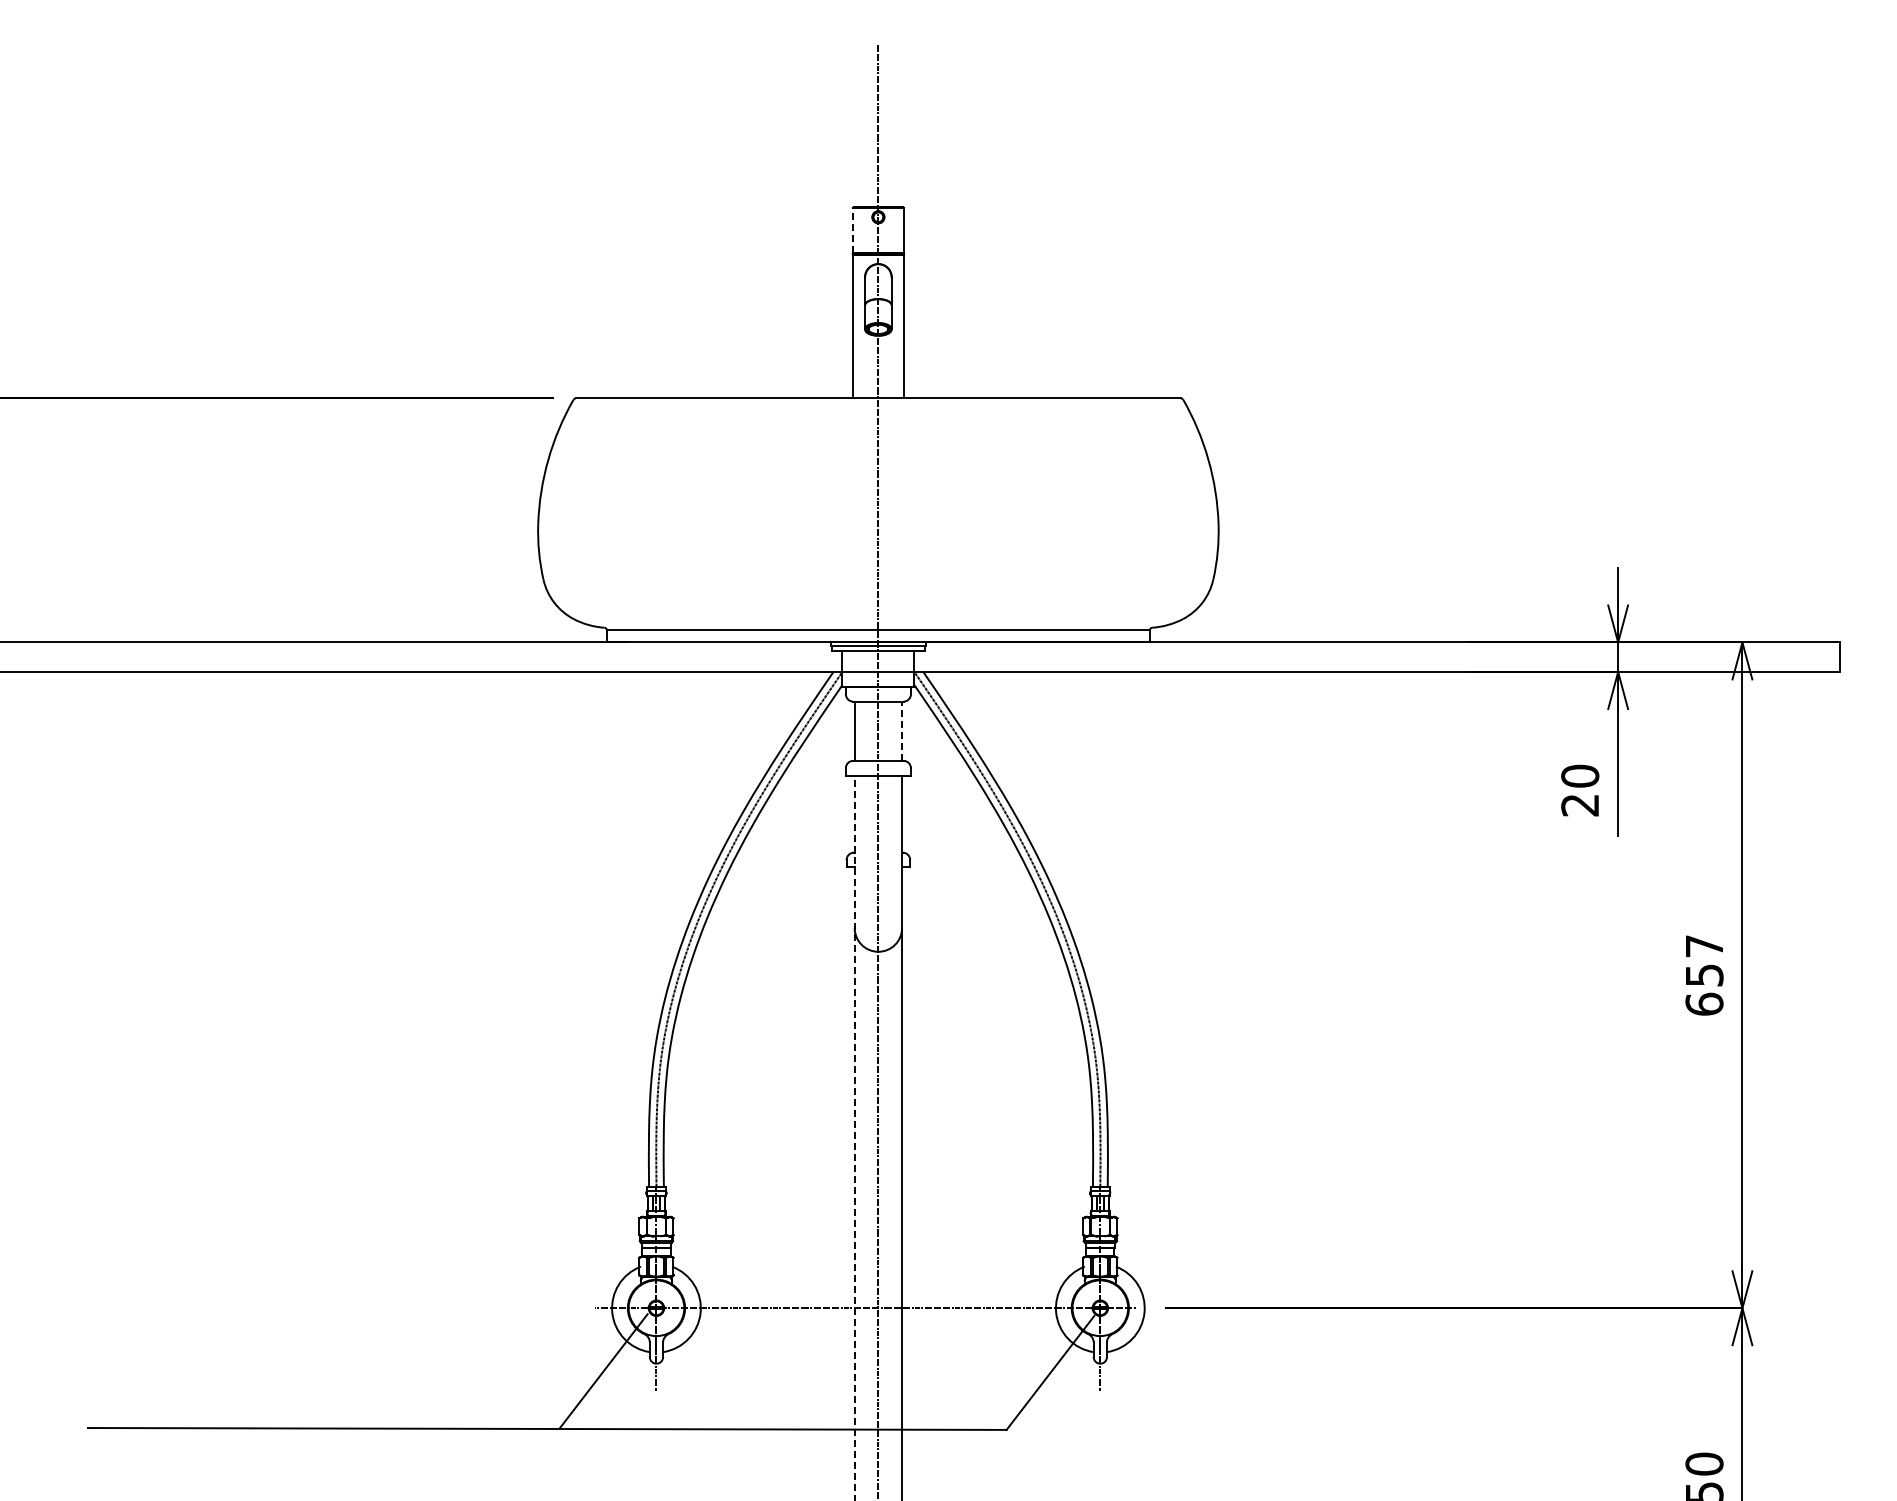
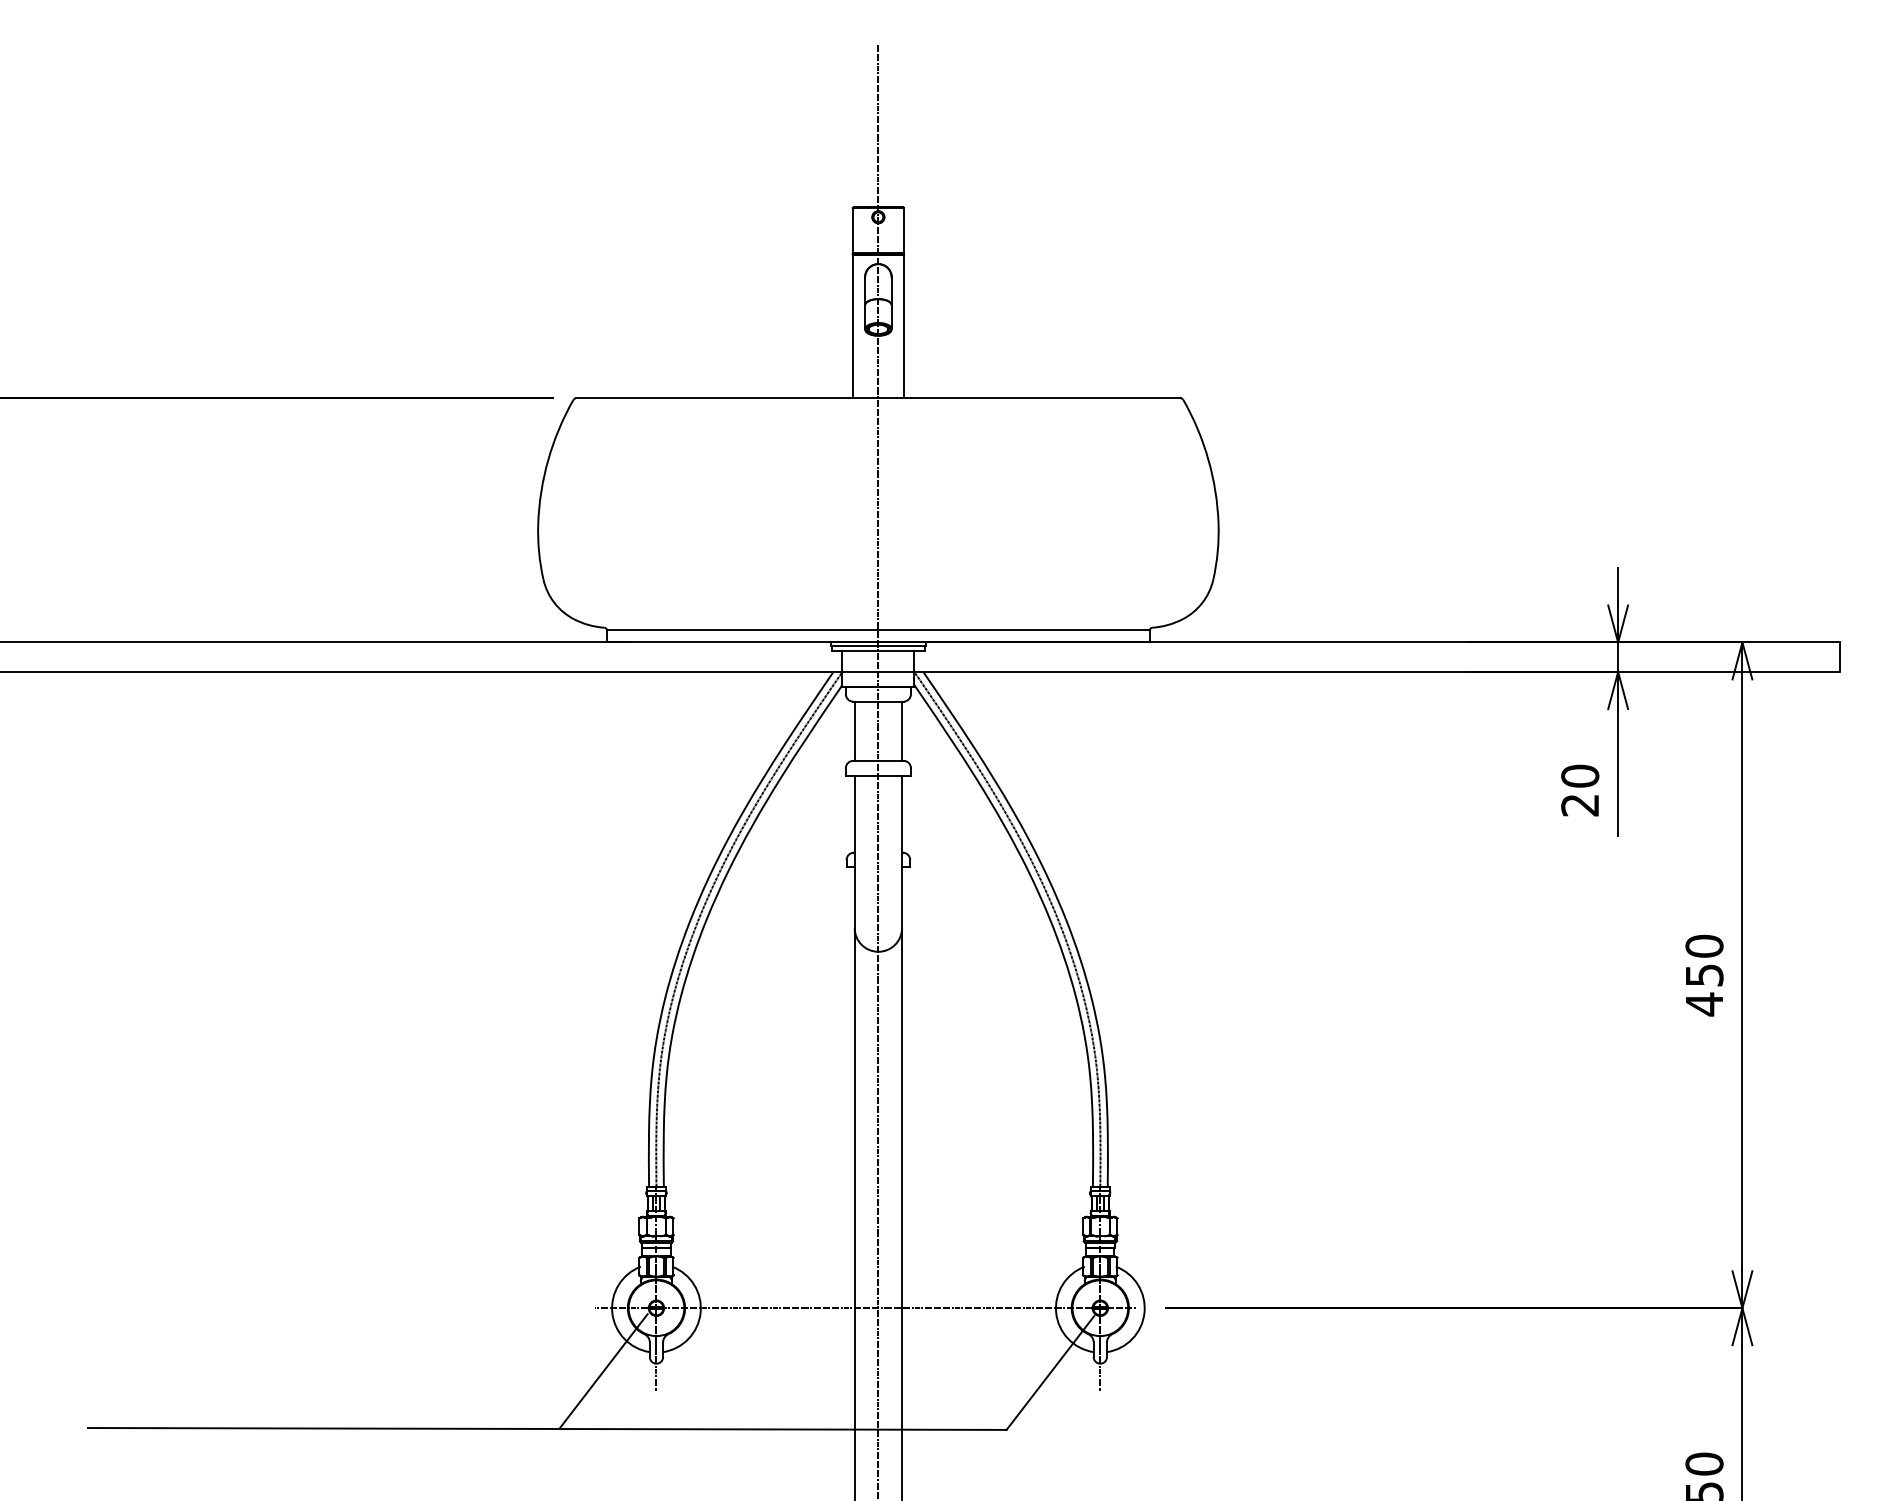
line at (852, 230): dashed -> solid
line at (902, 731): dashed -> solid
text at (1704, 975): 657 -> 450
line at (854, 1137): dashed -> solid
